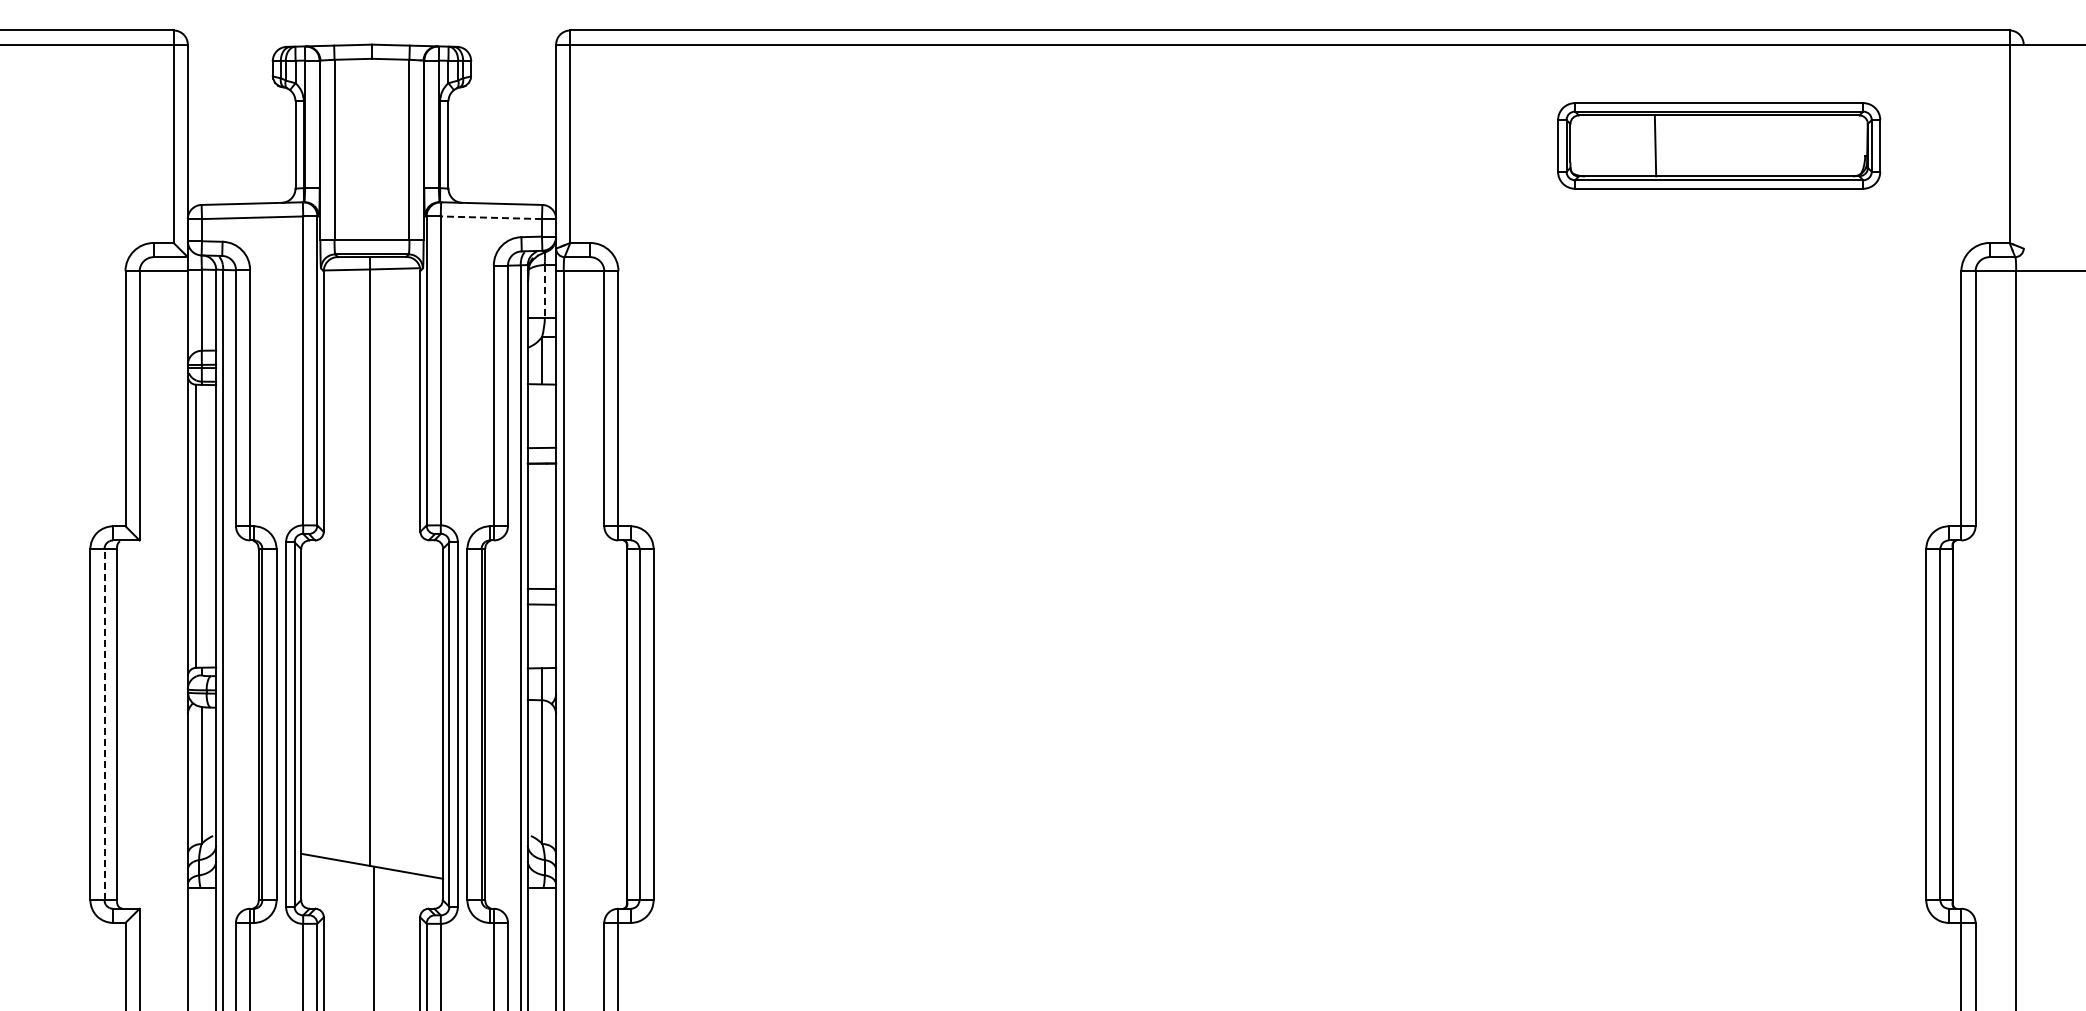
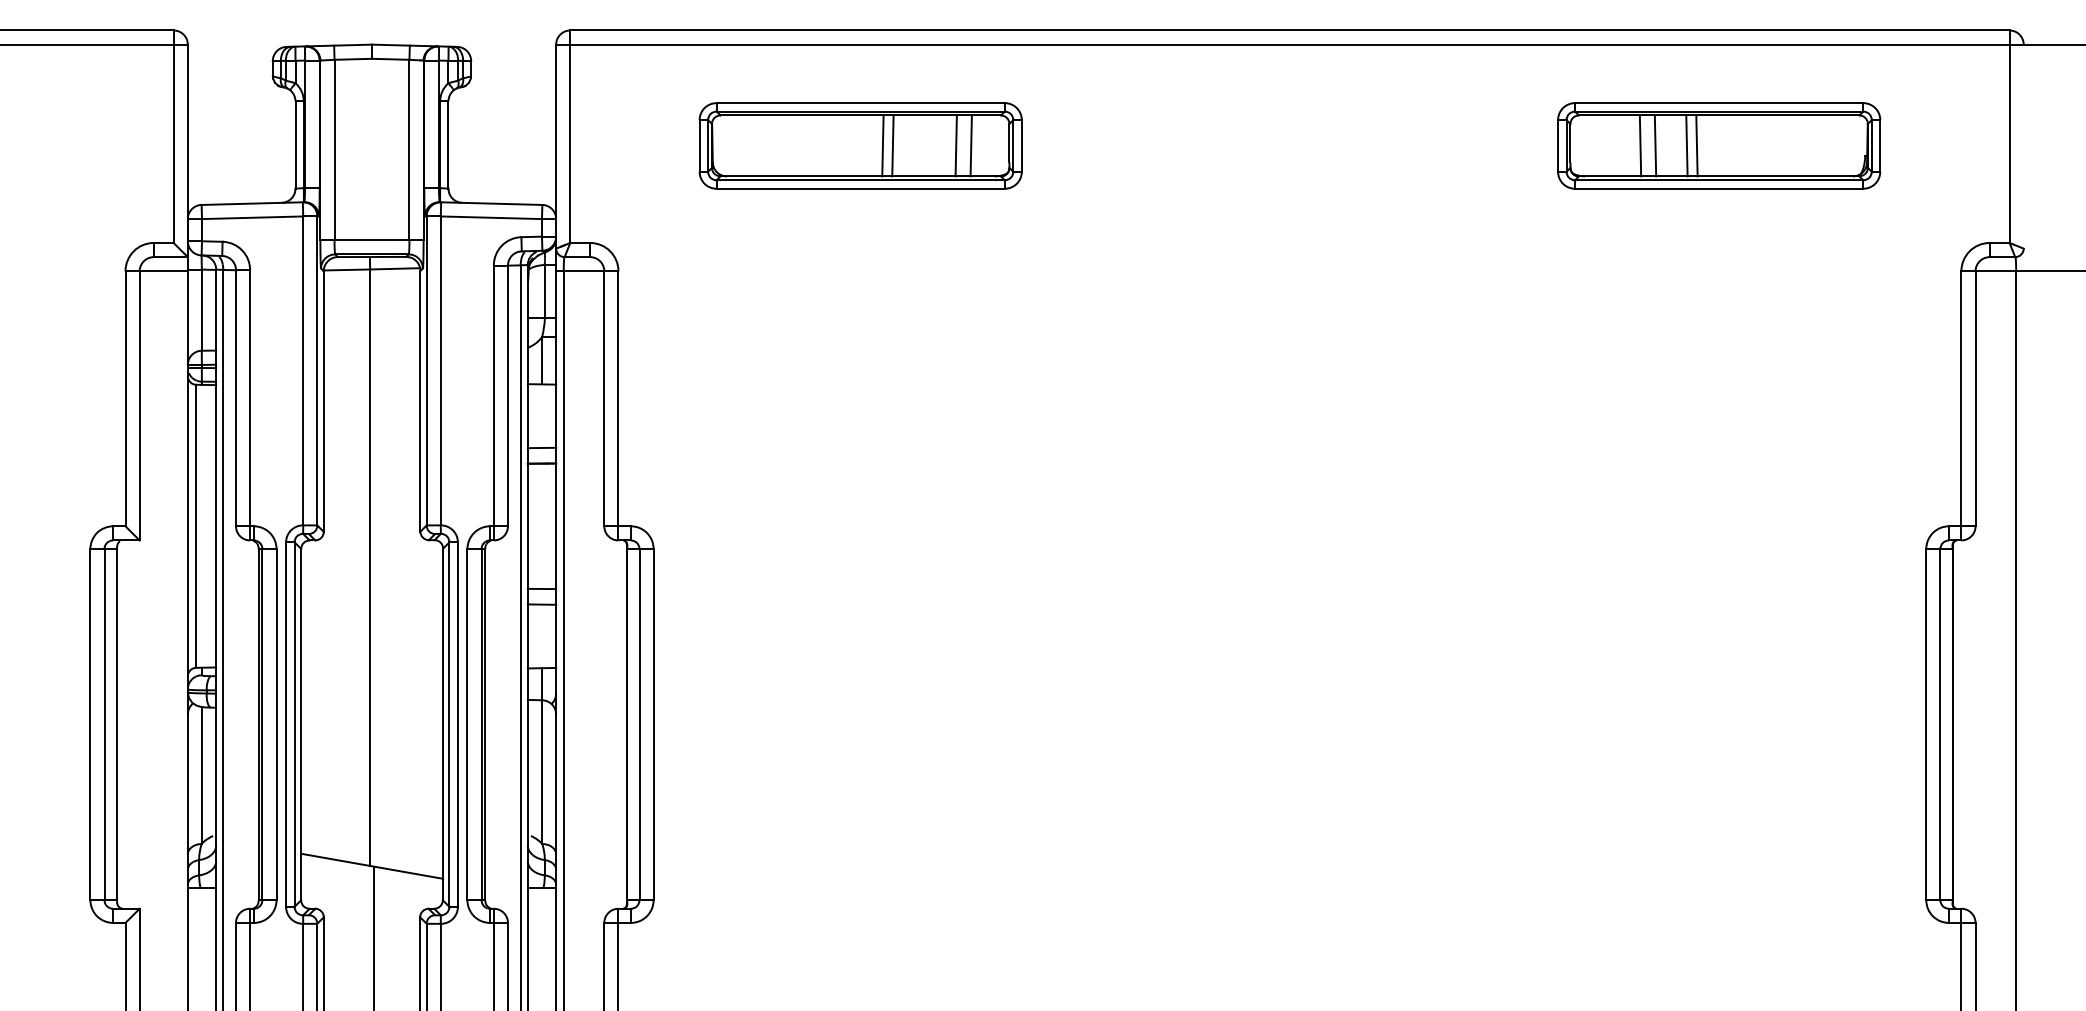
part at (860, 145): none -> present
line at (1640, 145): none -> present
line at (1686, 145): none -> present
line at (1696, 145): none -> present
line at (491, 217): dashed -> solid
line at (544, 291): dashed -> solid
line at (104, 724): dashed -> solid
